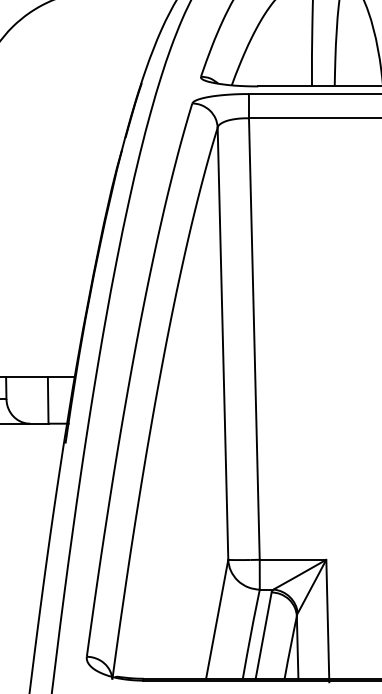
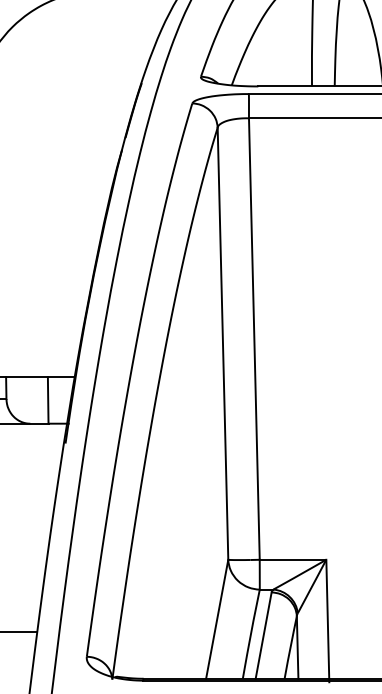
line at (19, 632): none -> present
